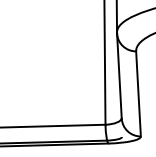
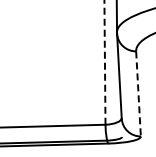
line at (104, 62): solid -> dashed
line at (138, 93): solid -> dashed
